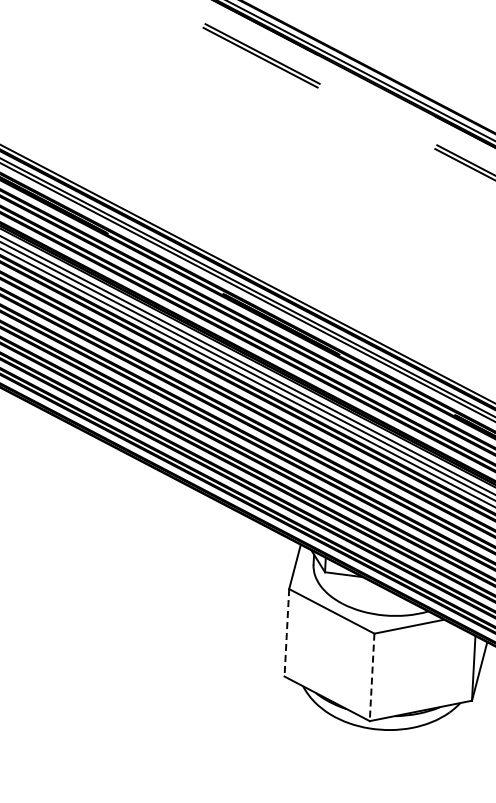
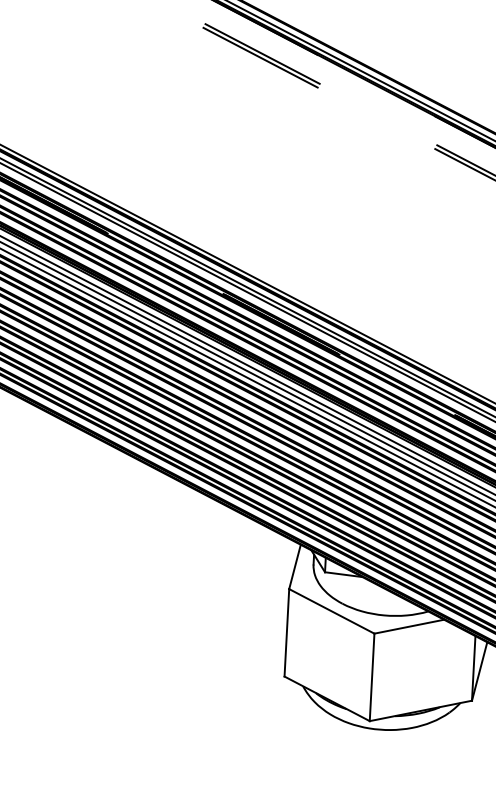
line at (286, 632): dashed -> solid
line at (372, 677): dashed -> solid
